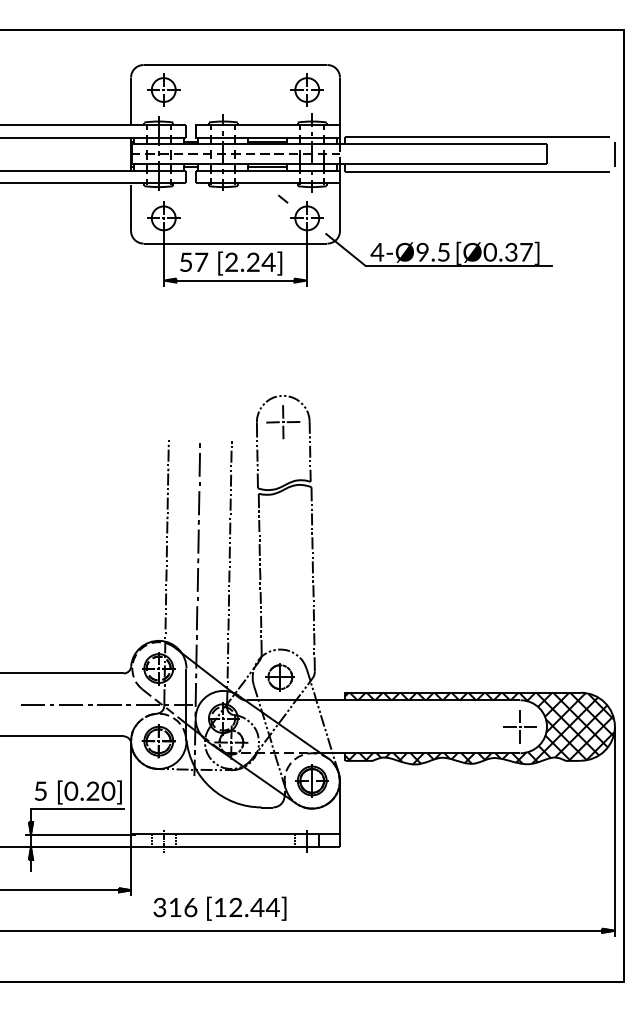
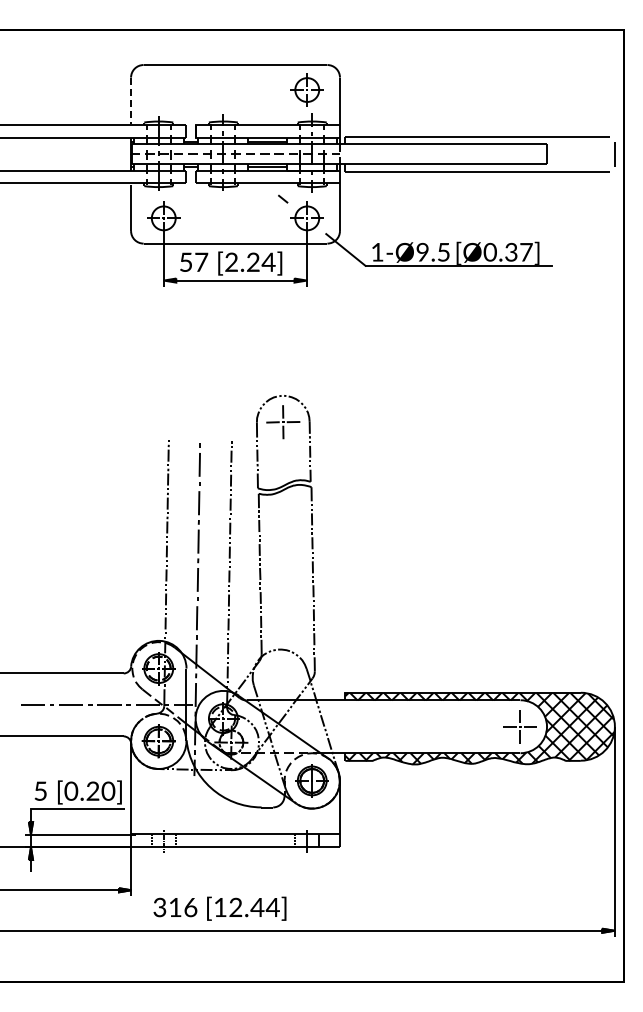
part at (163, 89): present -> none
line at (131, 101): solid -> dashed
text at (377, 252): 4-Ø9.5 -> 1-Ø9.5
part at (279, 677): present -> none
